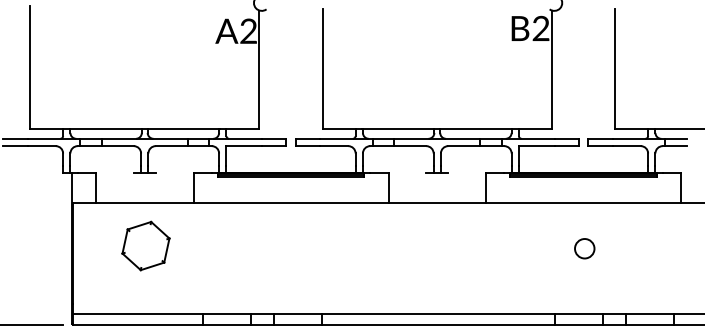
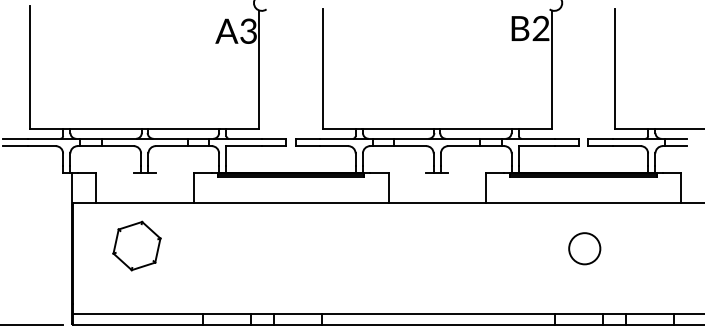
text at (248, 31): A2 -> A3
part at (145, 245) position: (145, 245) -> (136, 245)
circle at (584, 248) diameter: 20 px -> 31 px
